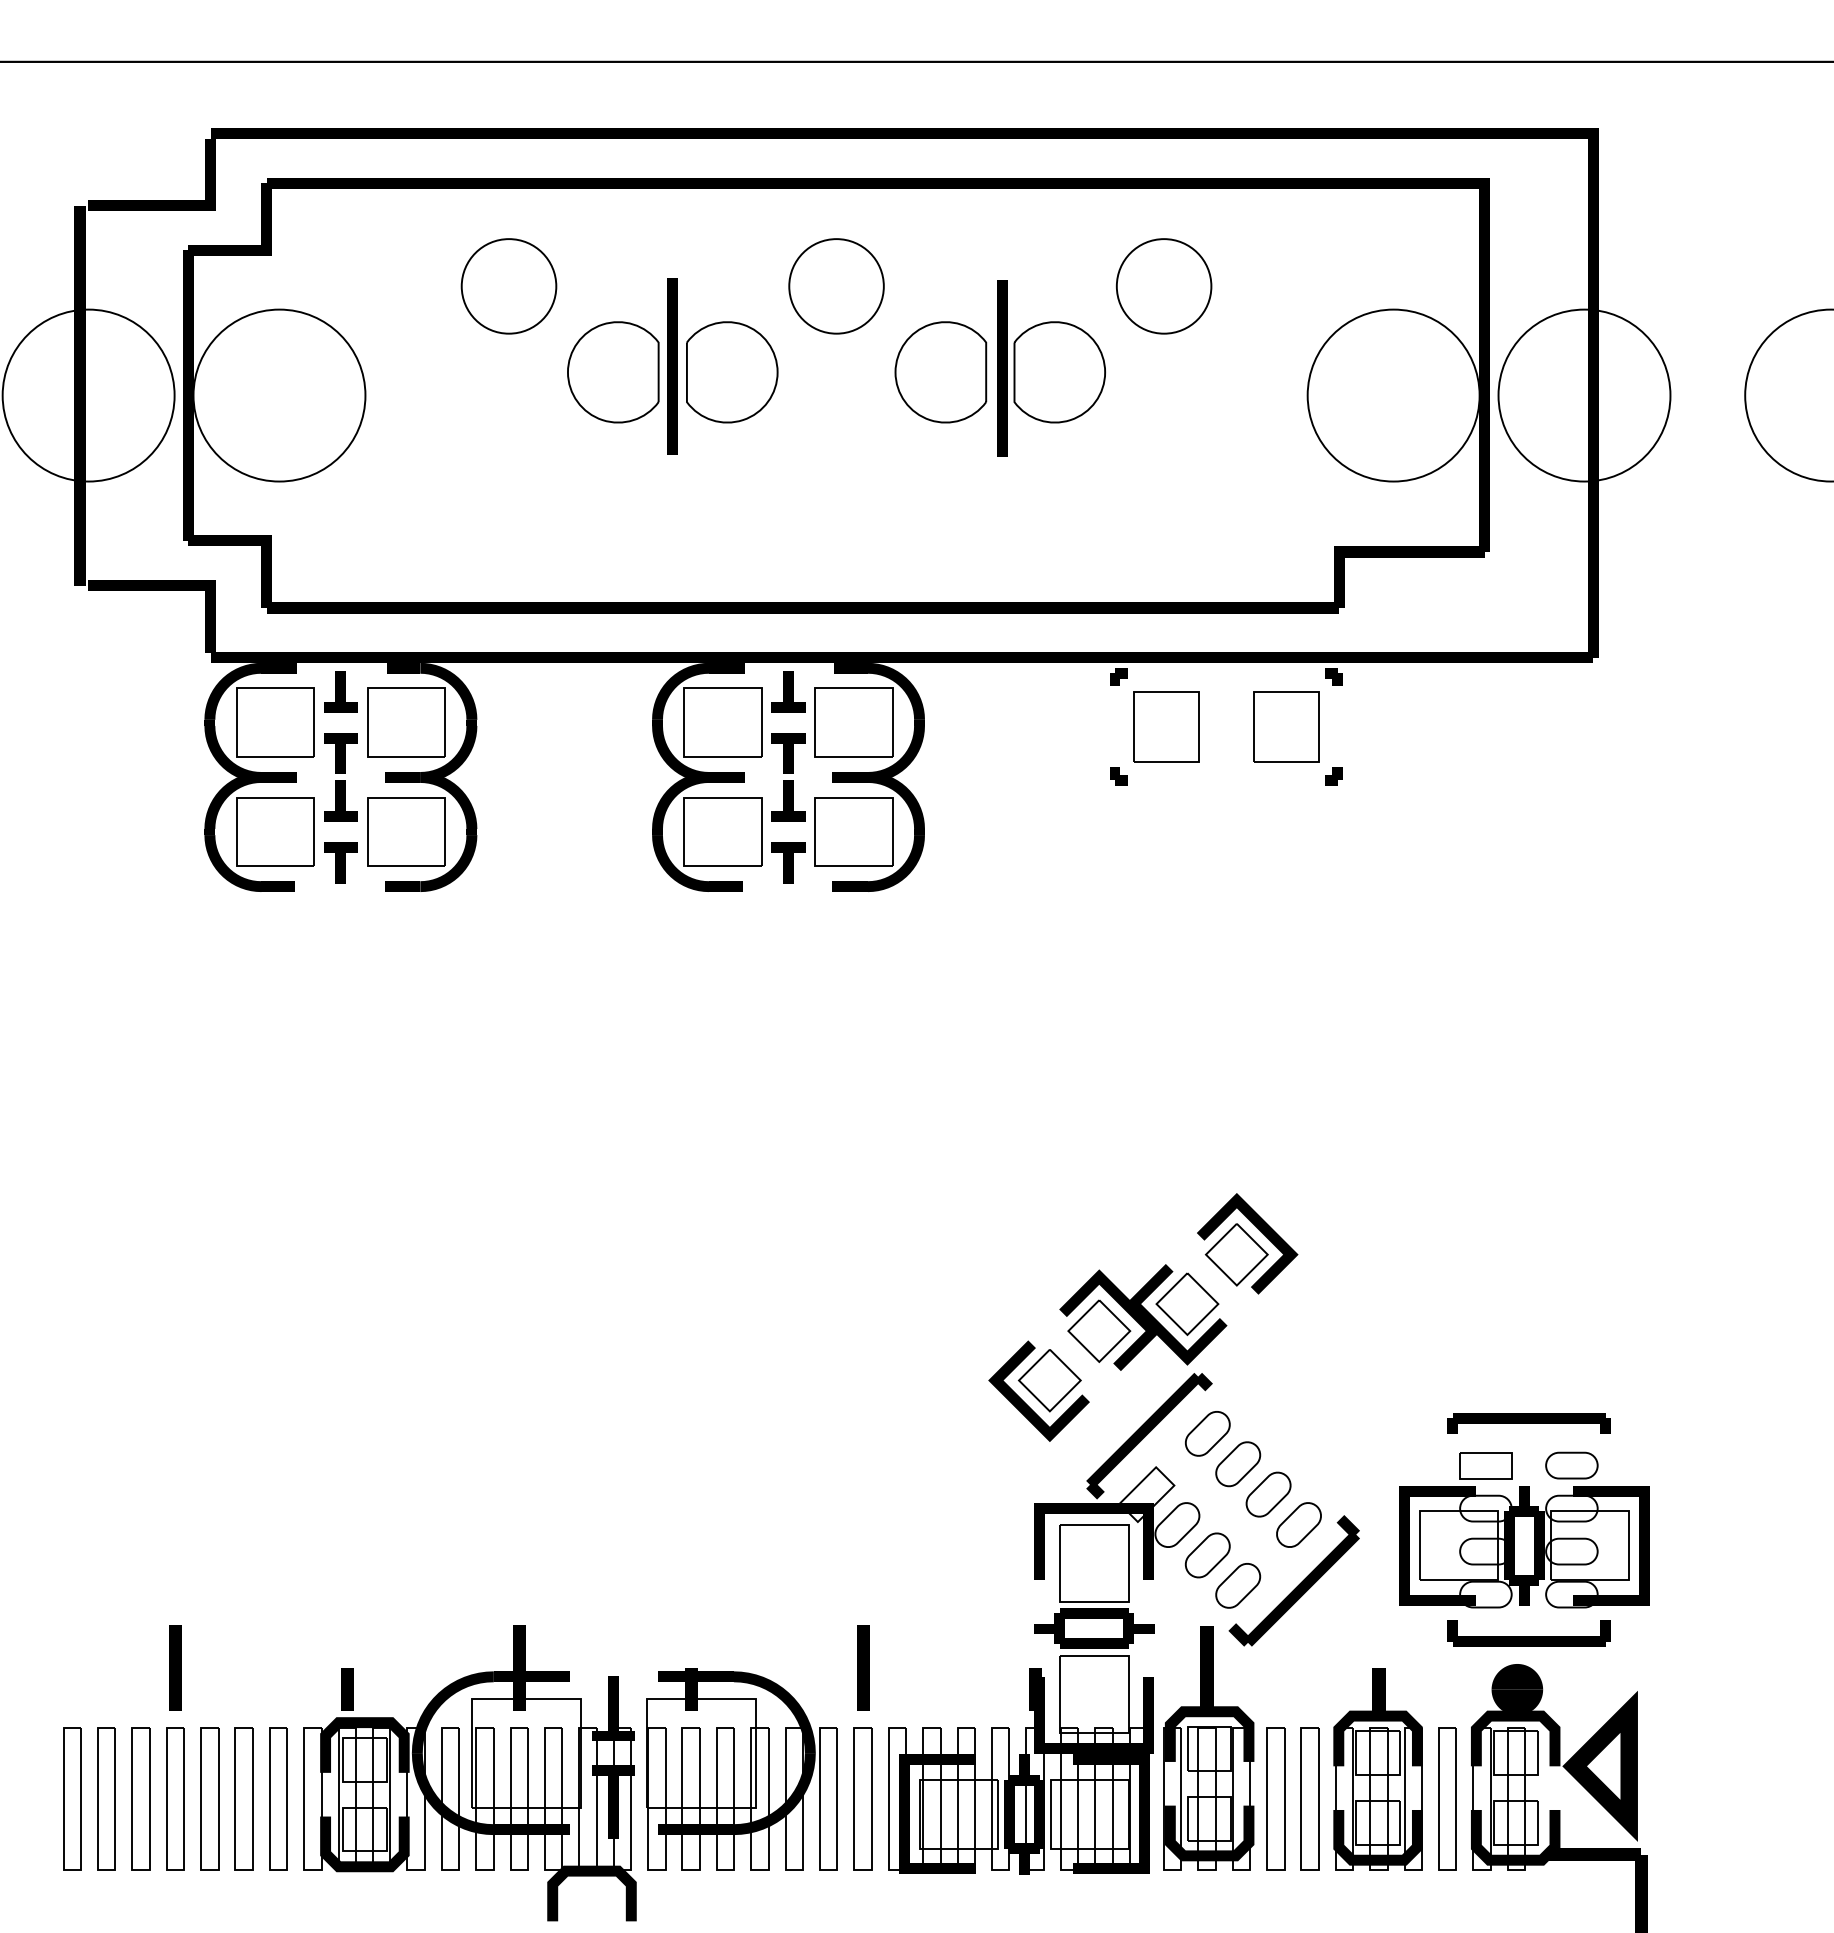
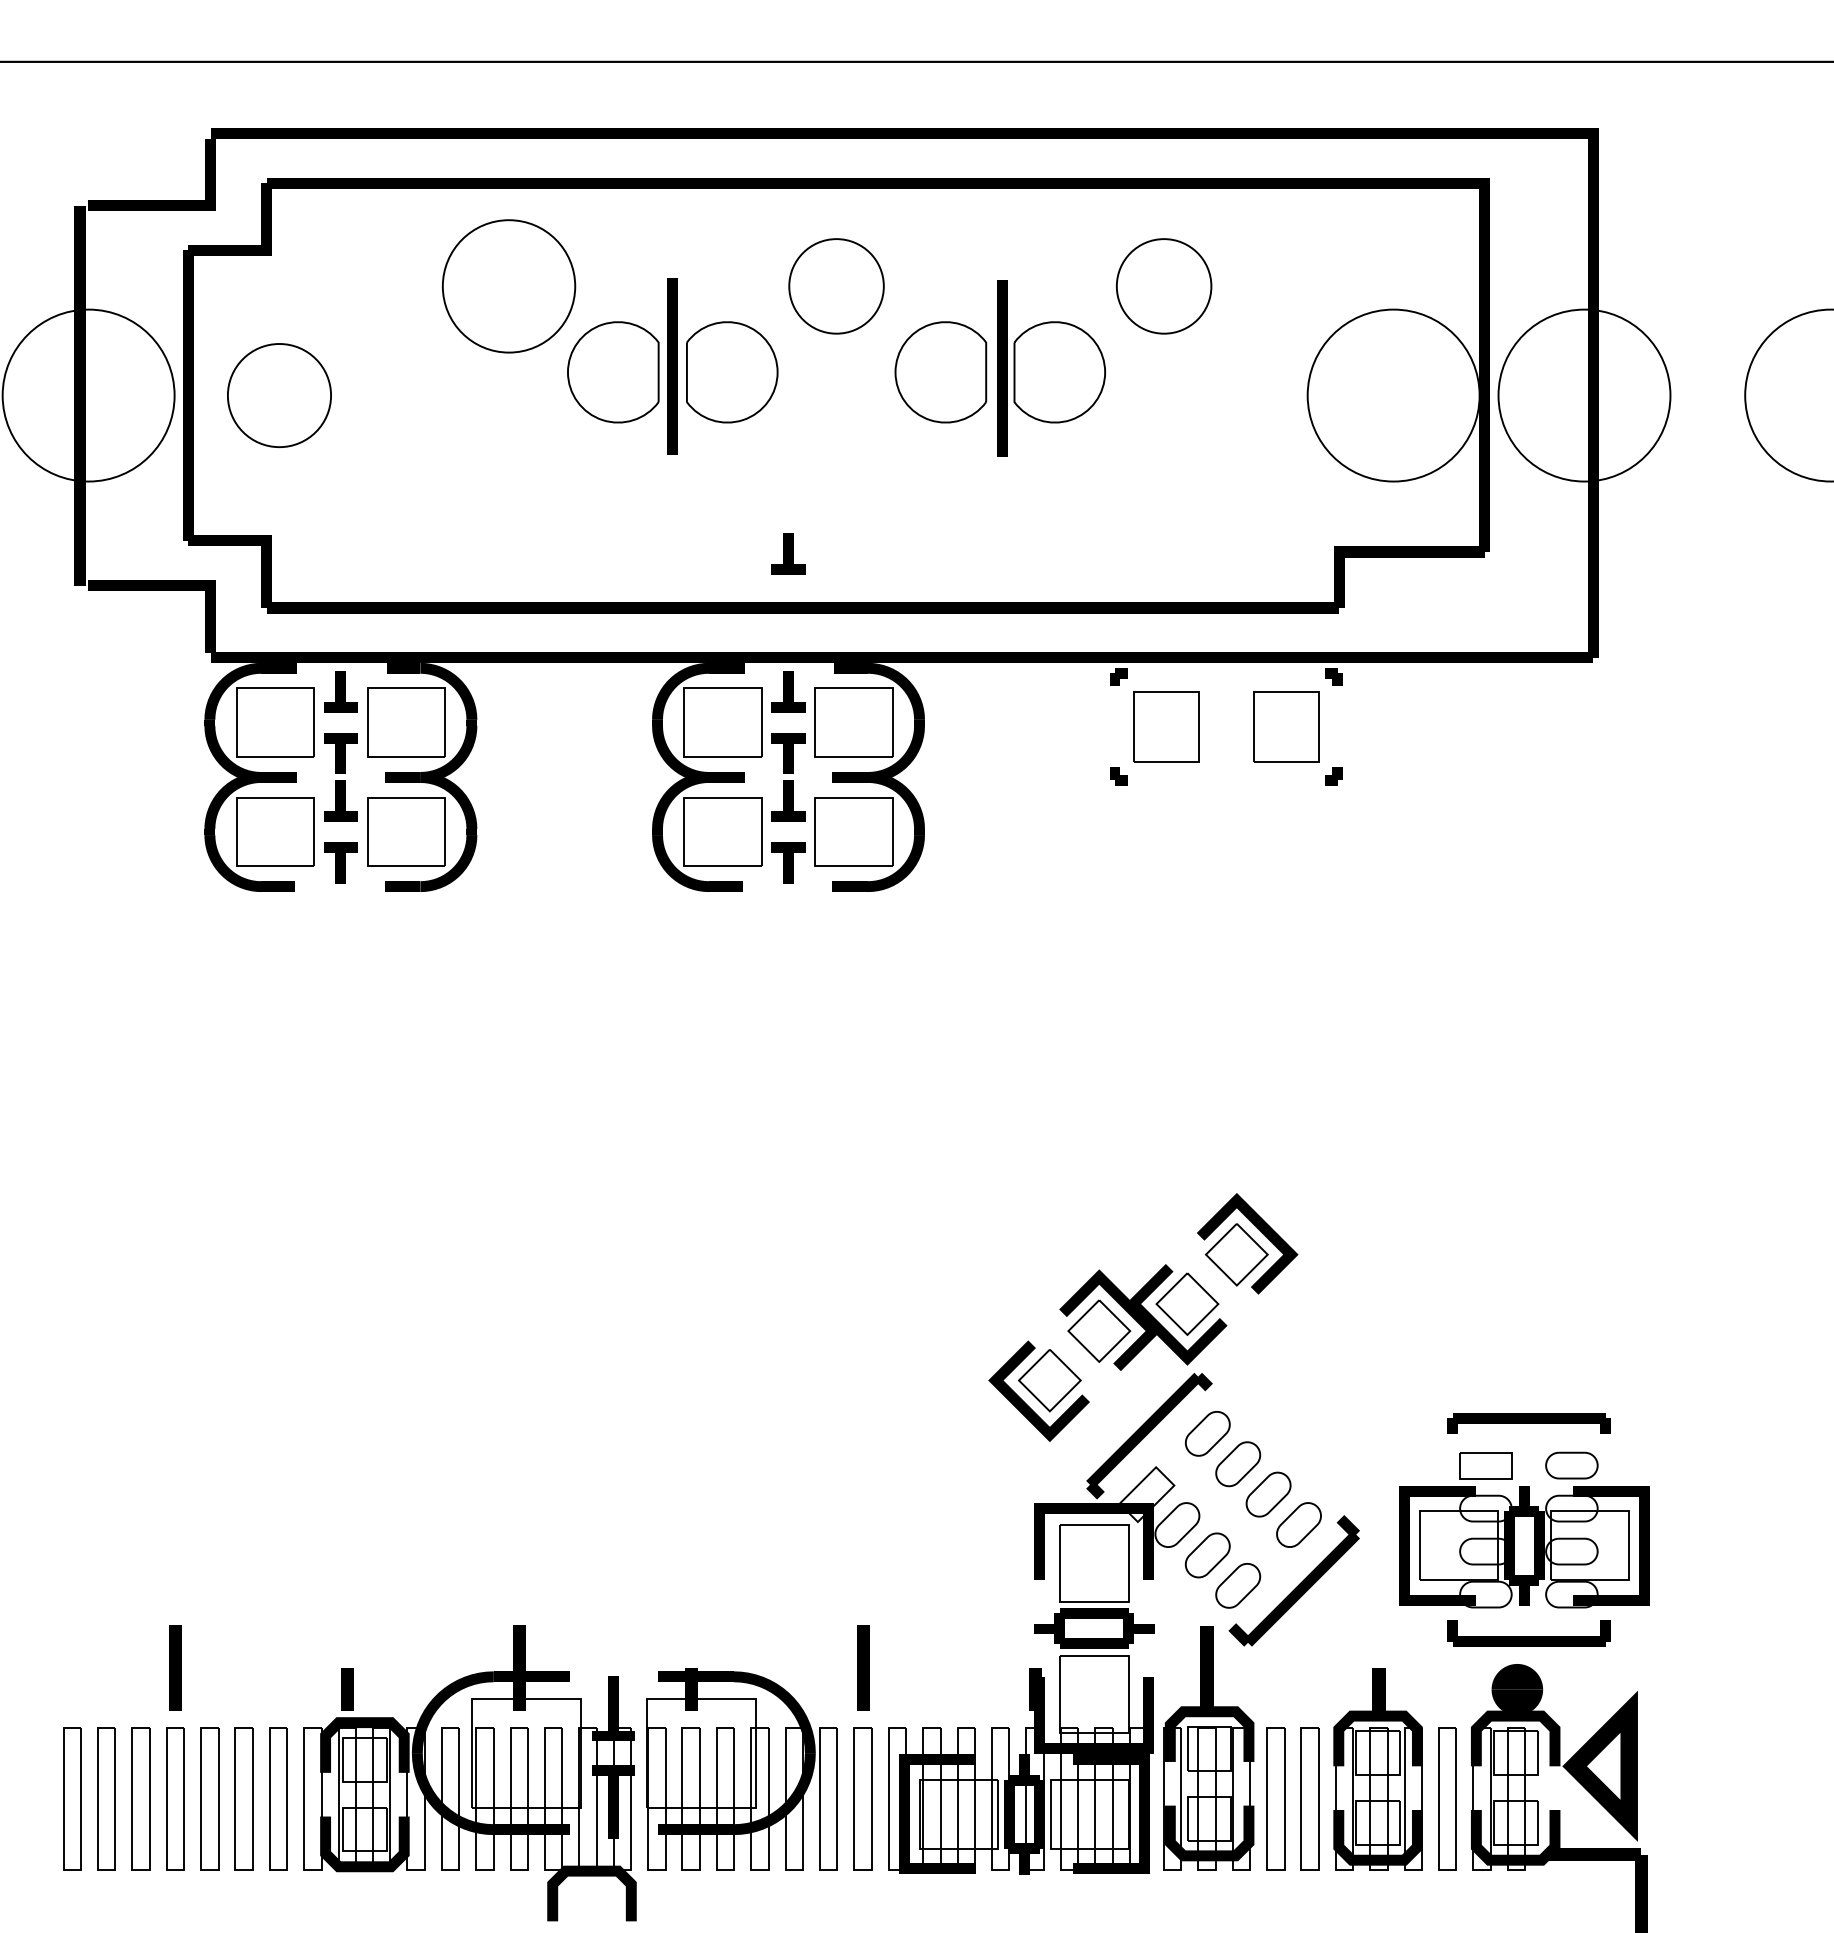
circle at (508, 286) diameter: 95 px -> 132 px
circle at (279, 395) diameter: 172 px -> 103 px
part at (788, 553): none -> present
